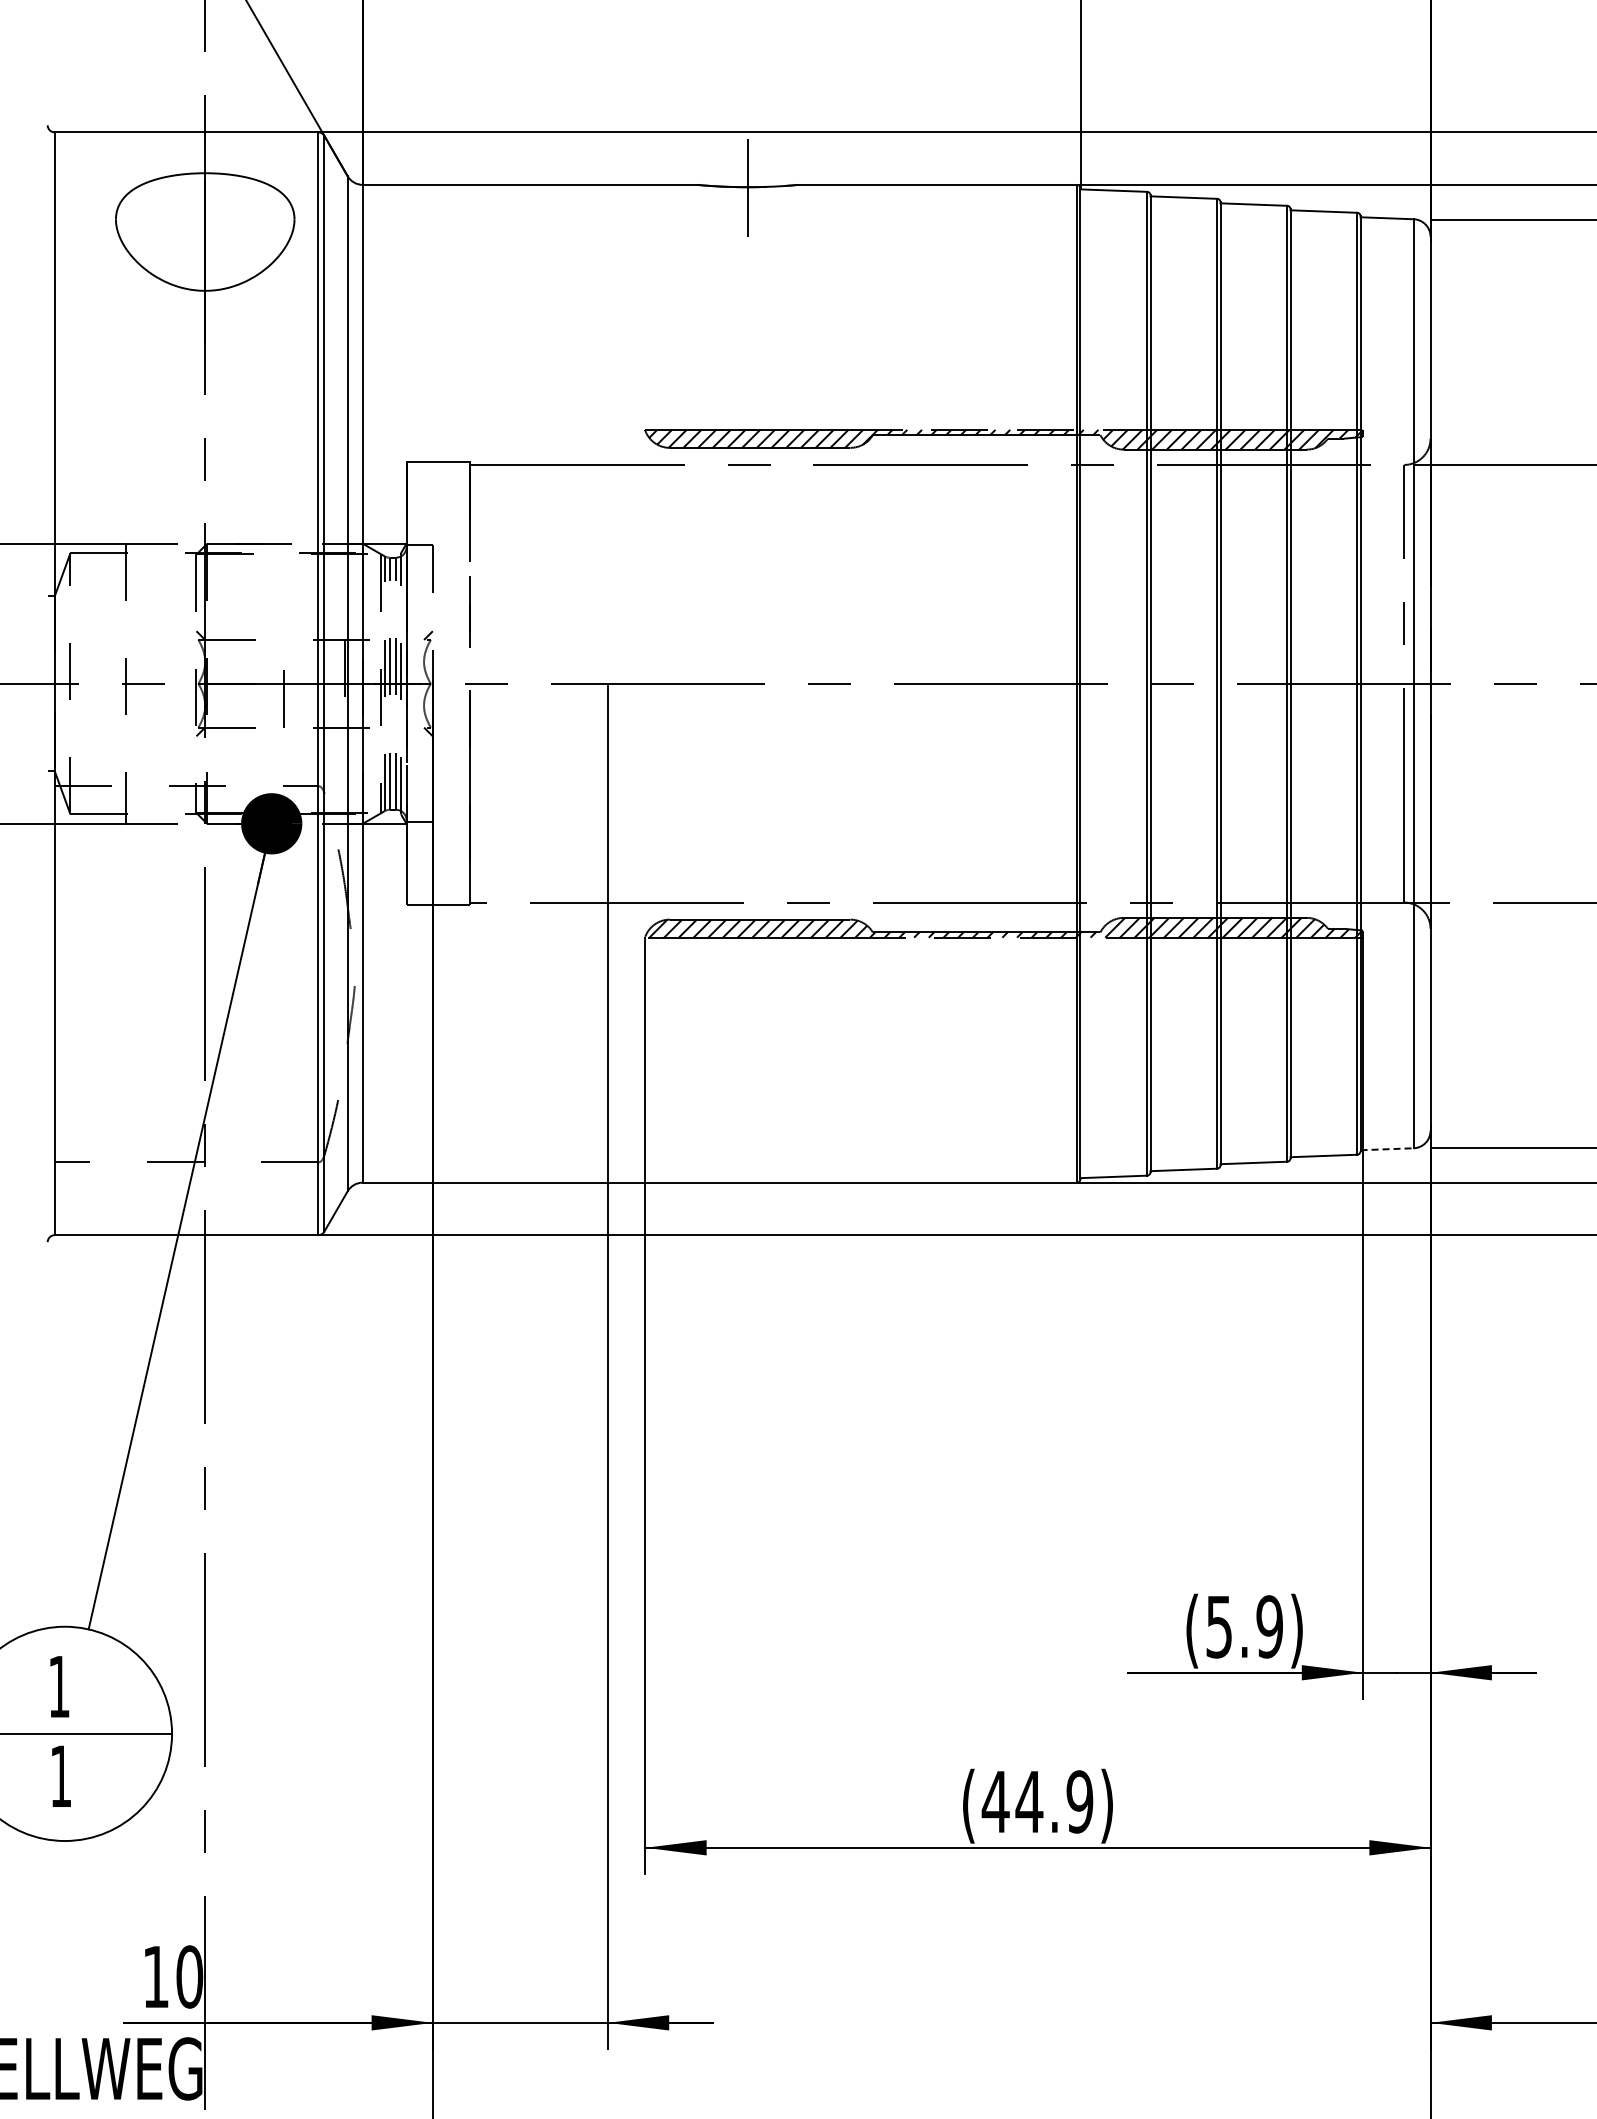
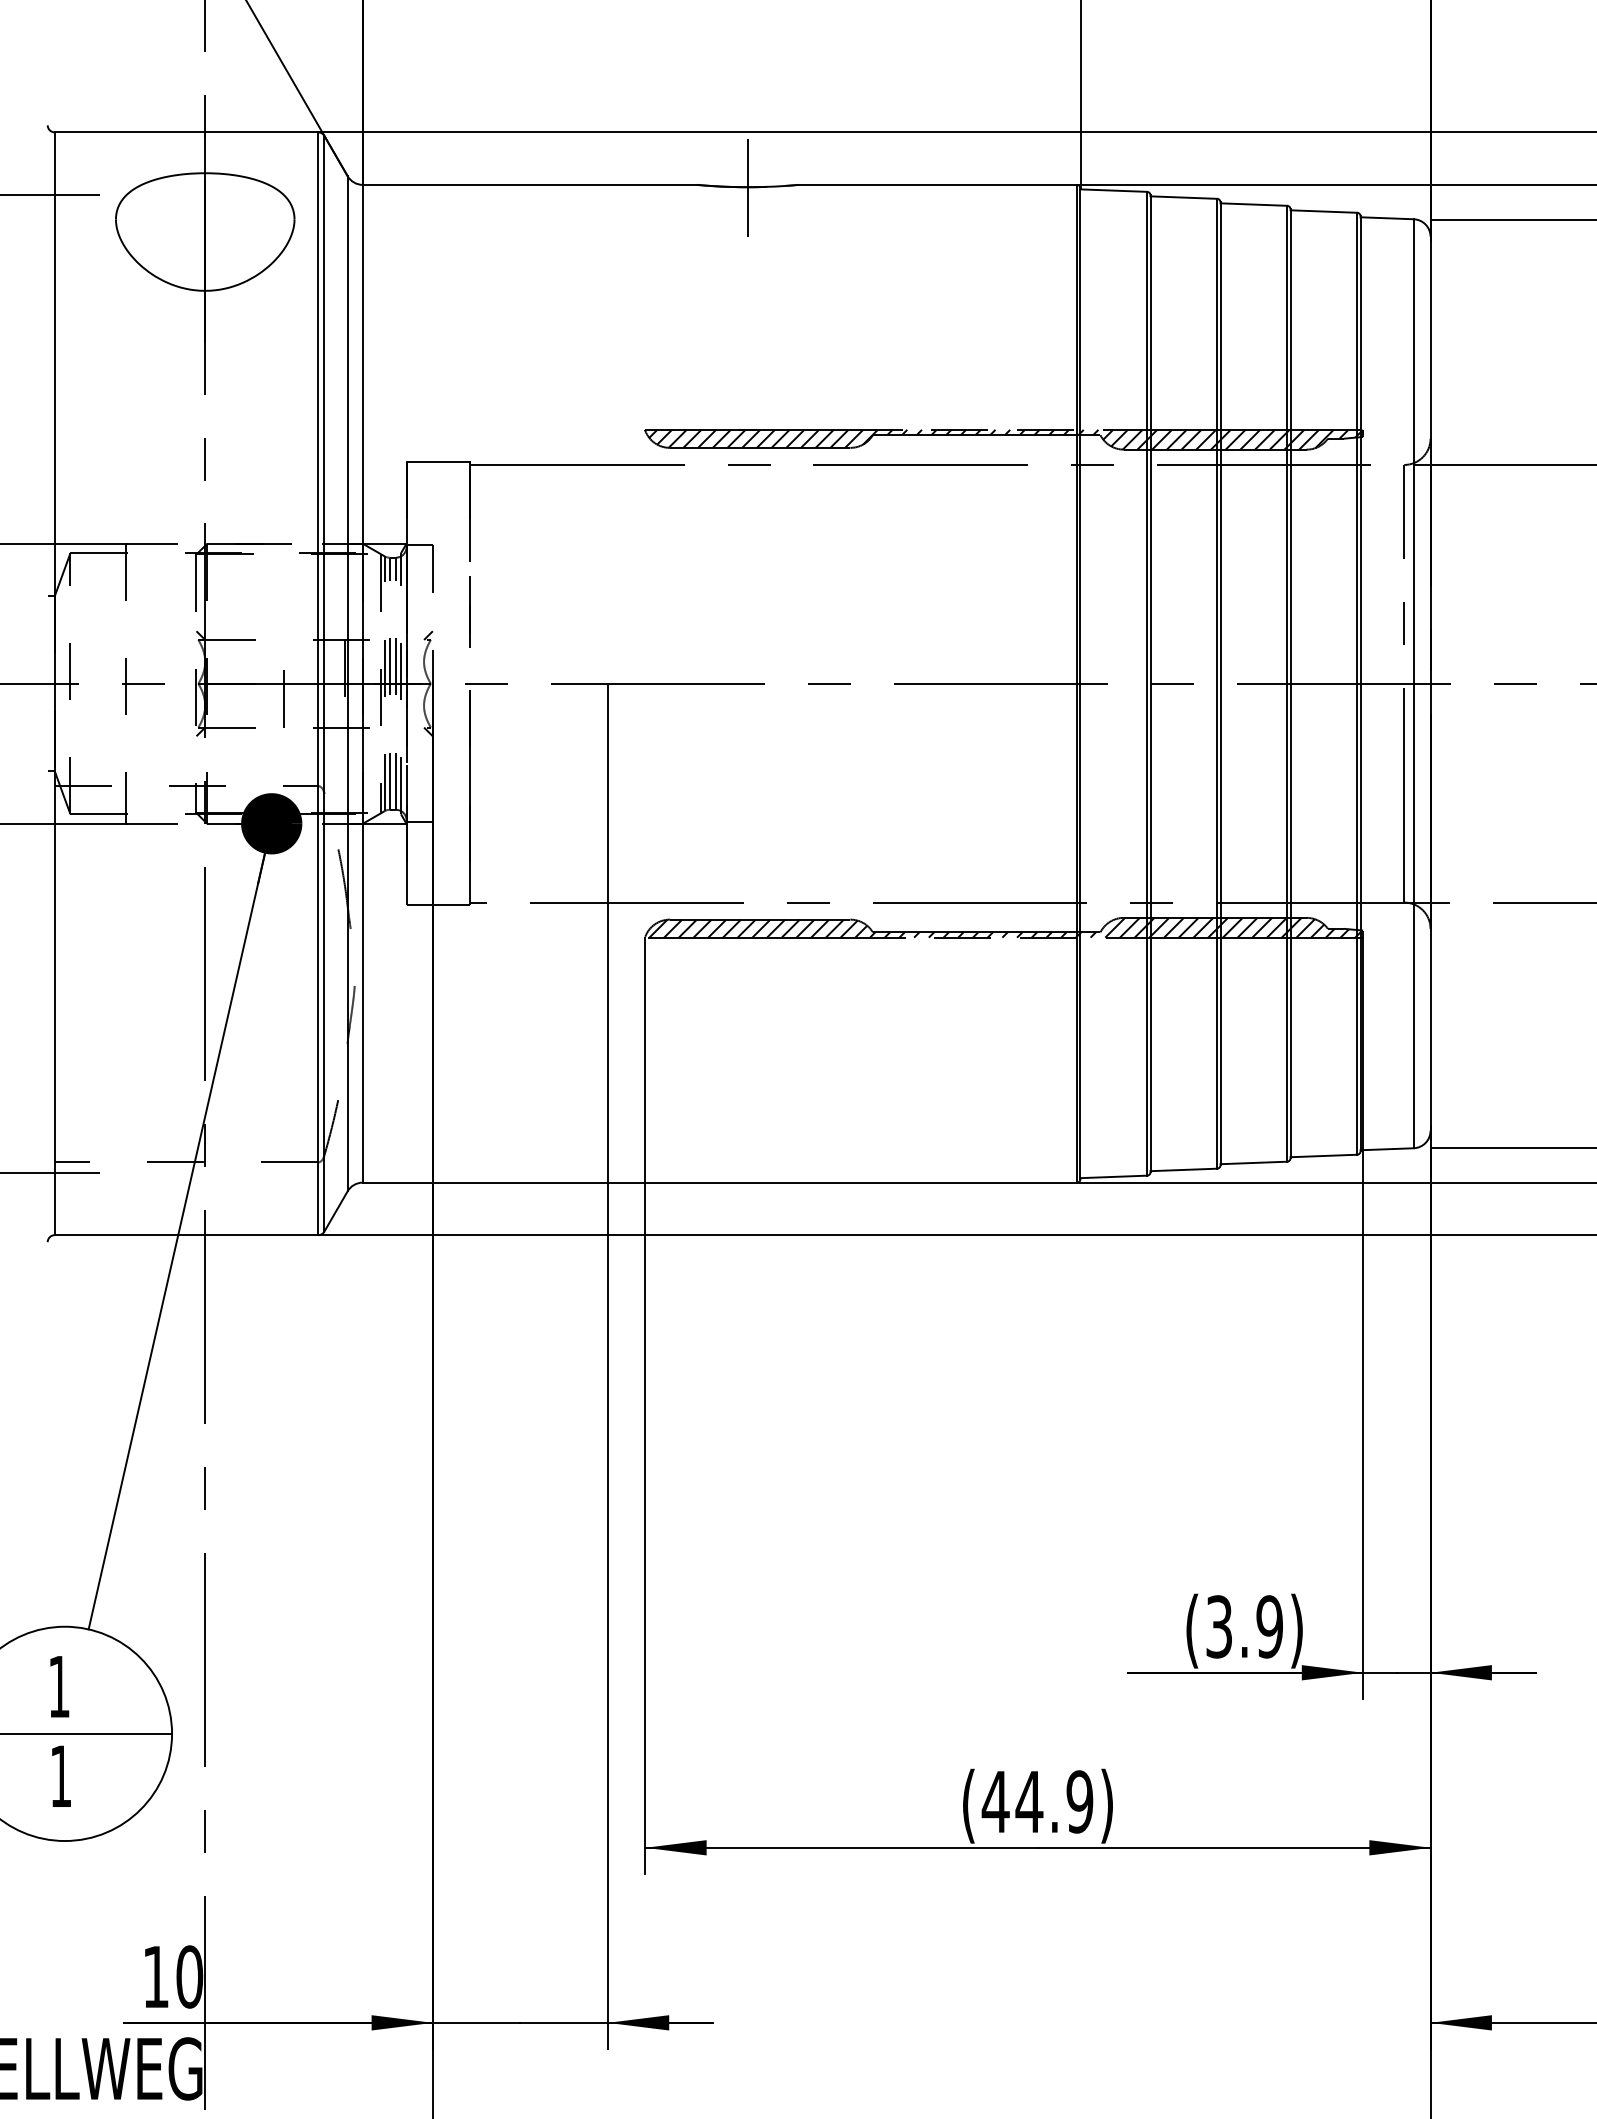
line at (51, 194): none -> present
line at (1387, 1149): dashed -> solid
line at (51, 1172): none -> present
text at (1219, 1626): (5.9) -> (3.9)
